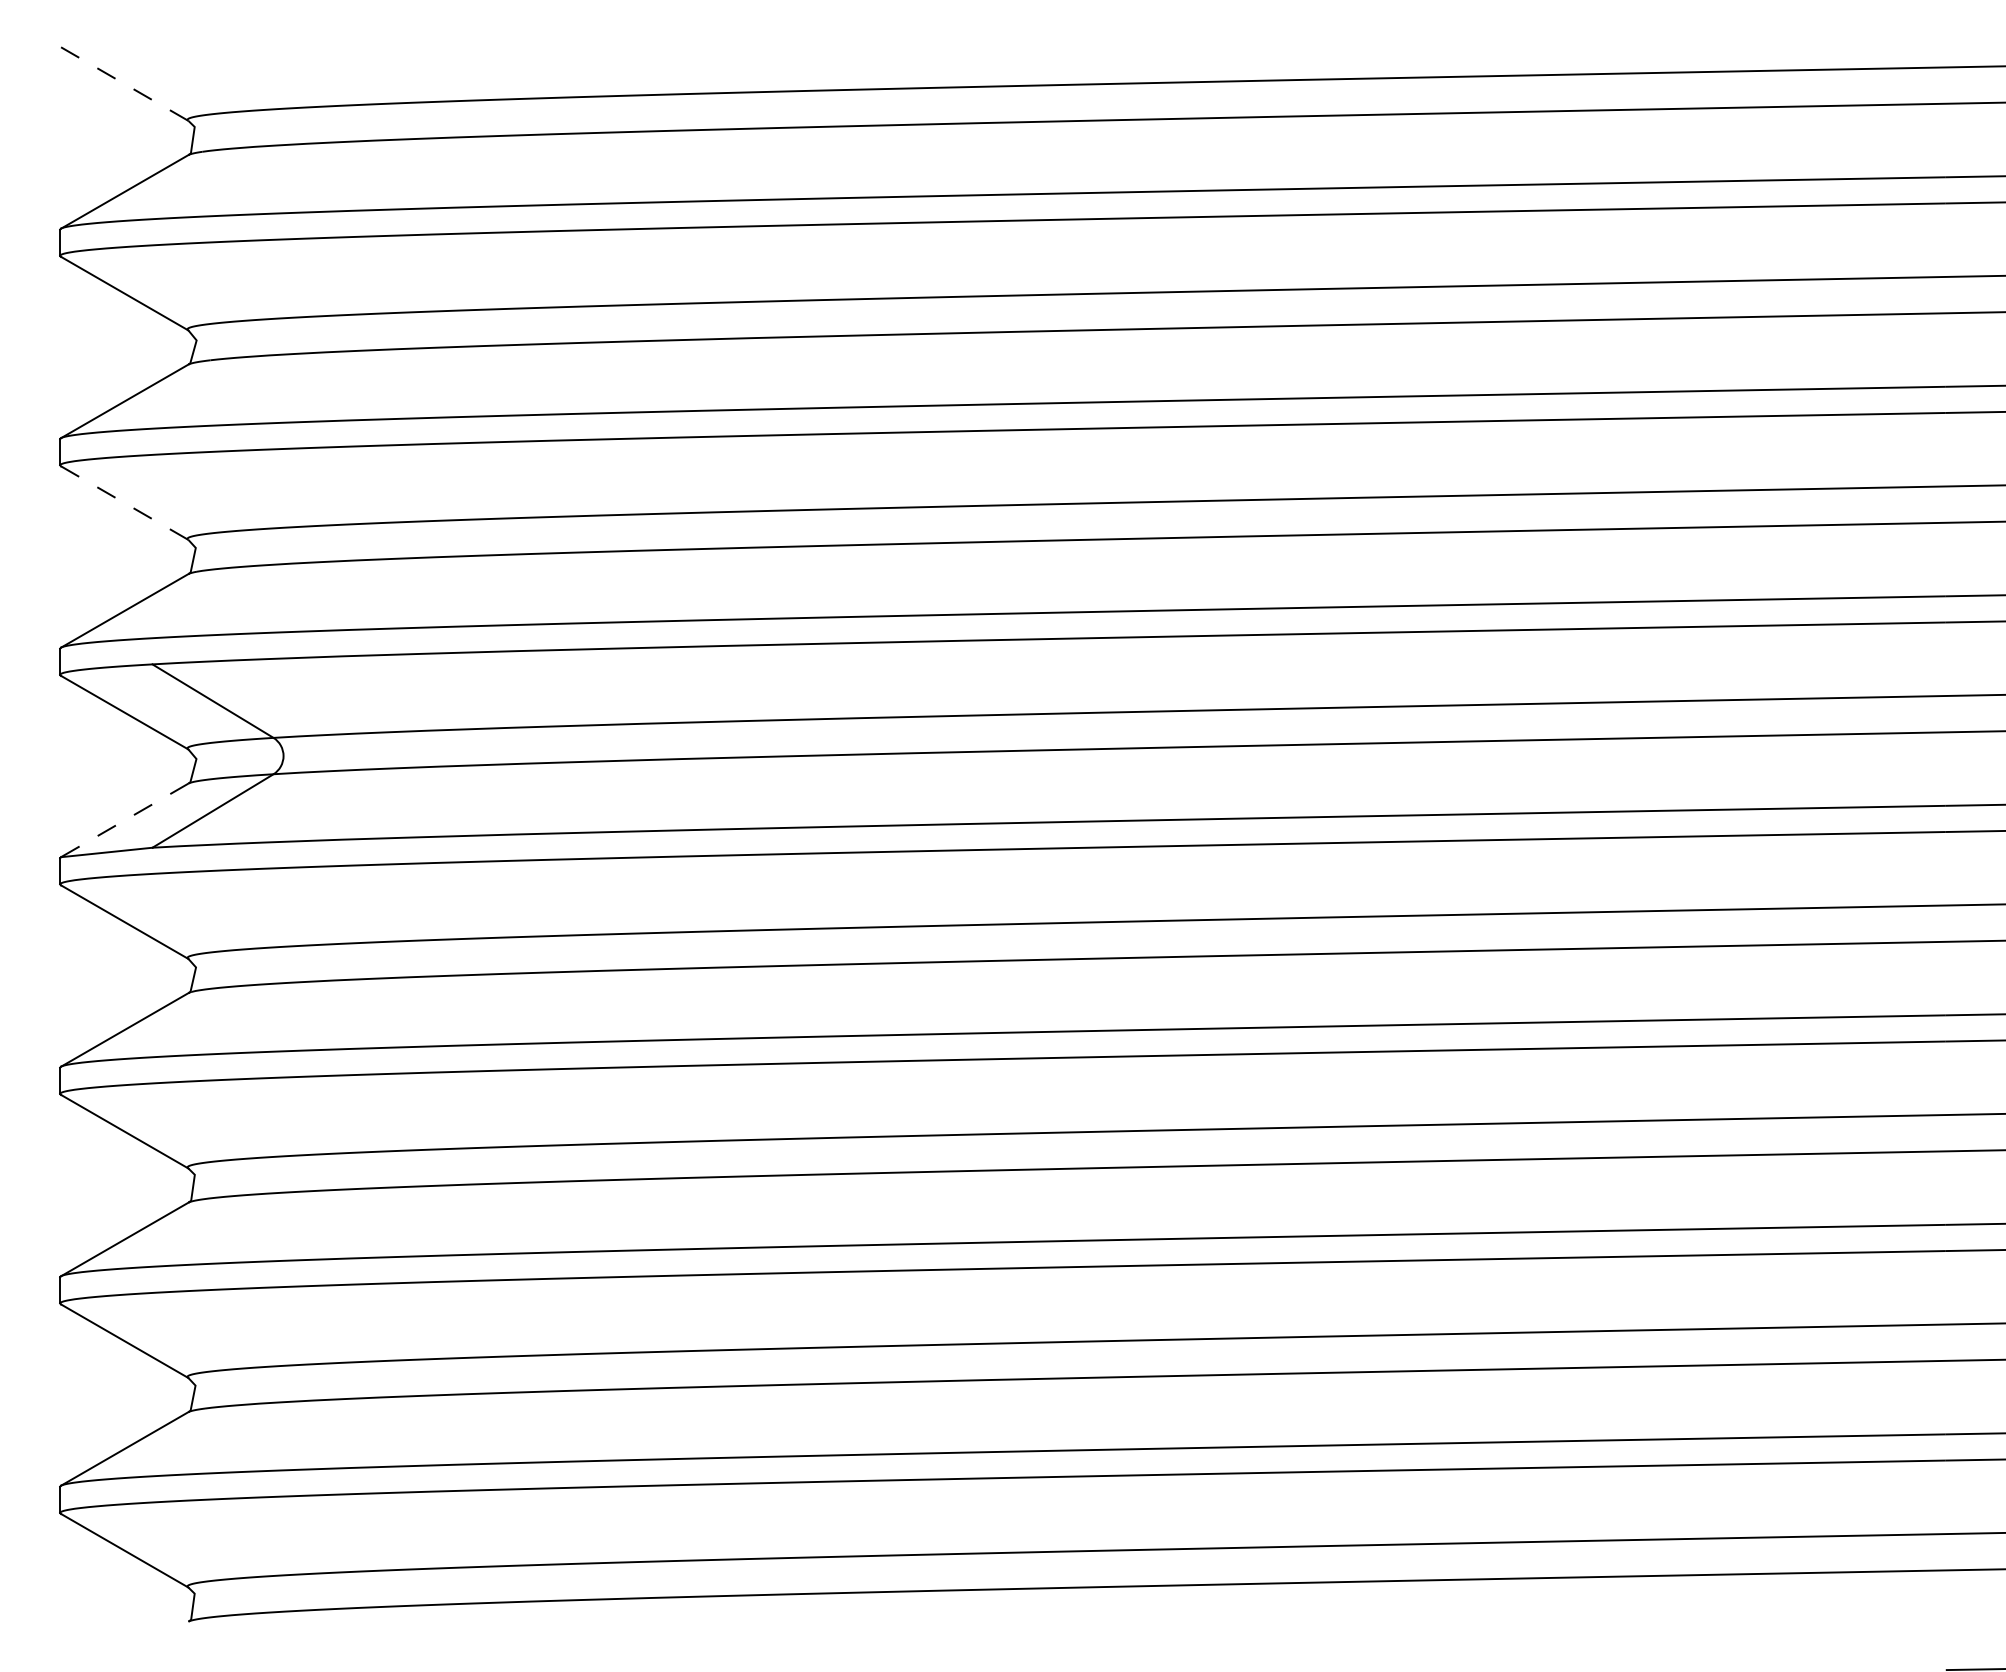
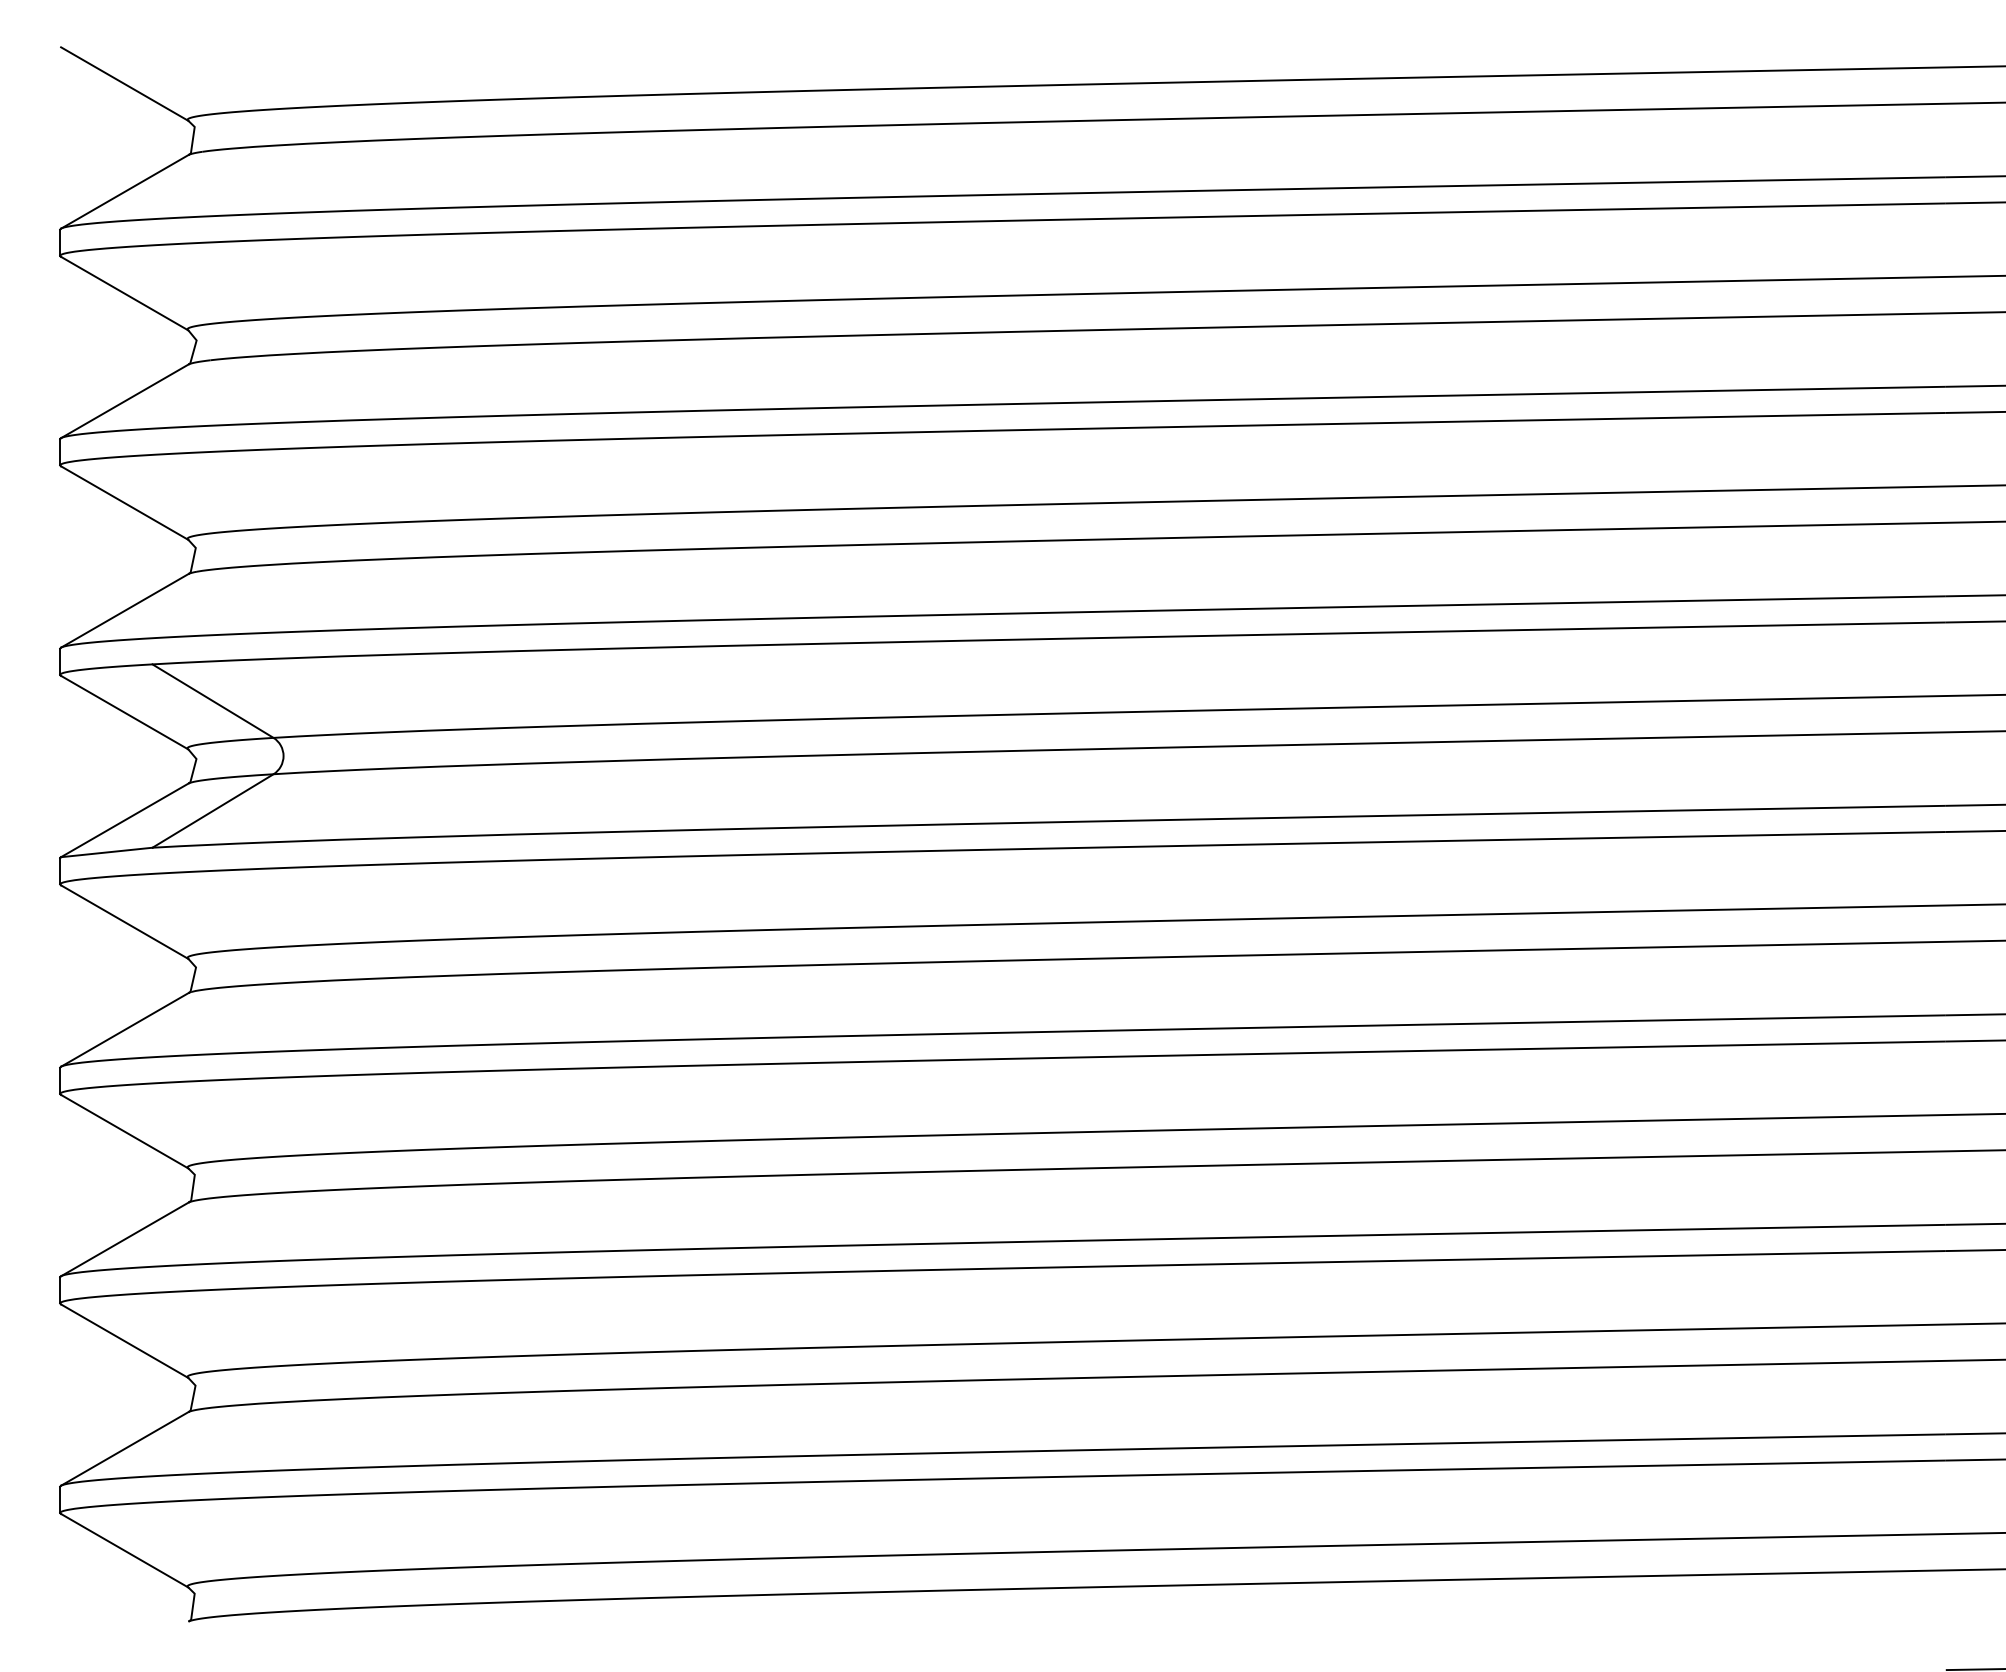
line at (124, 84): dashed -> solid
line at (124, 503): dashed -> solid
line at (124, 820): dashed -> solid
